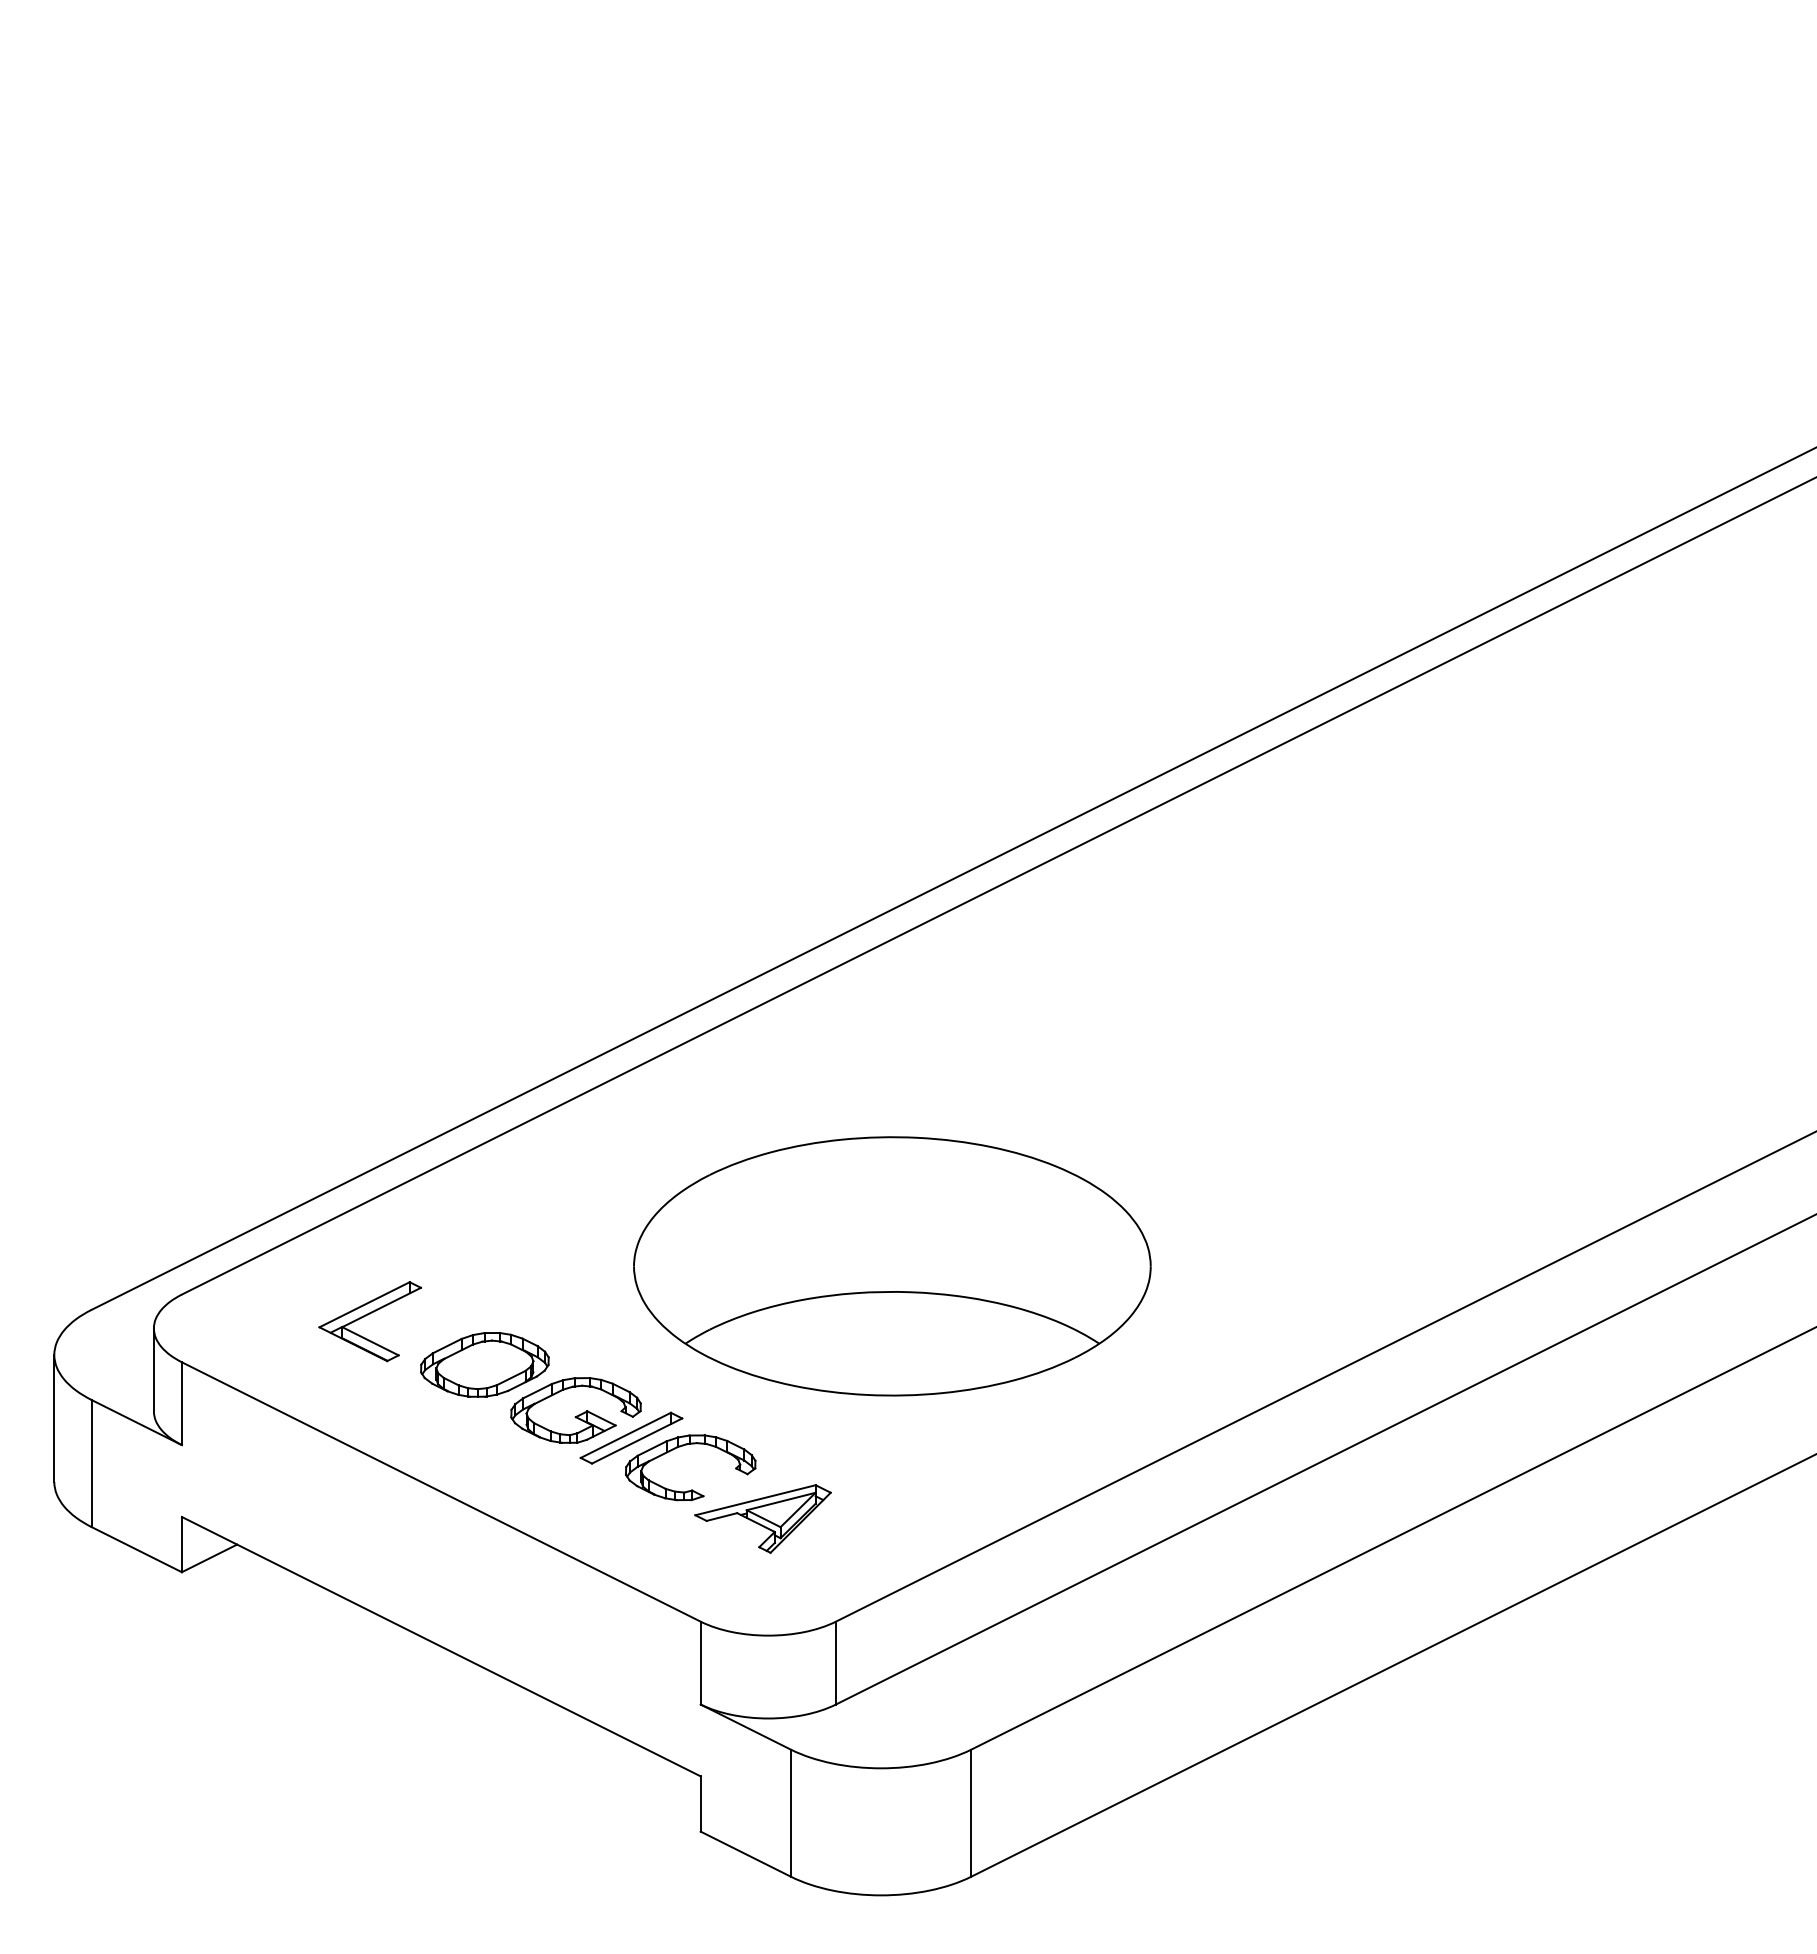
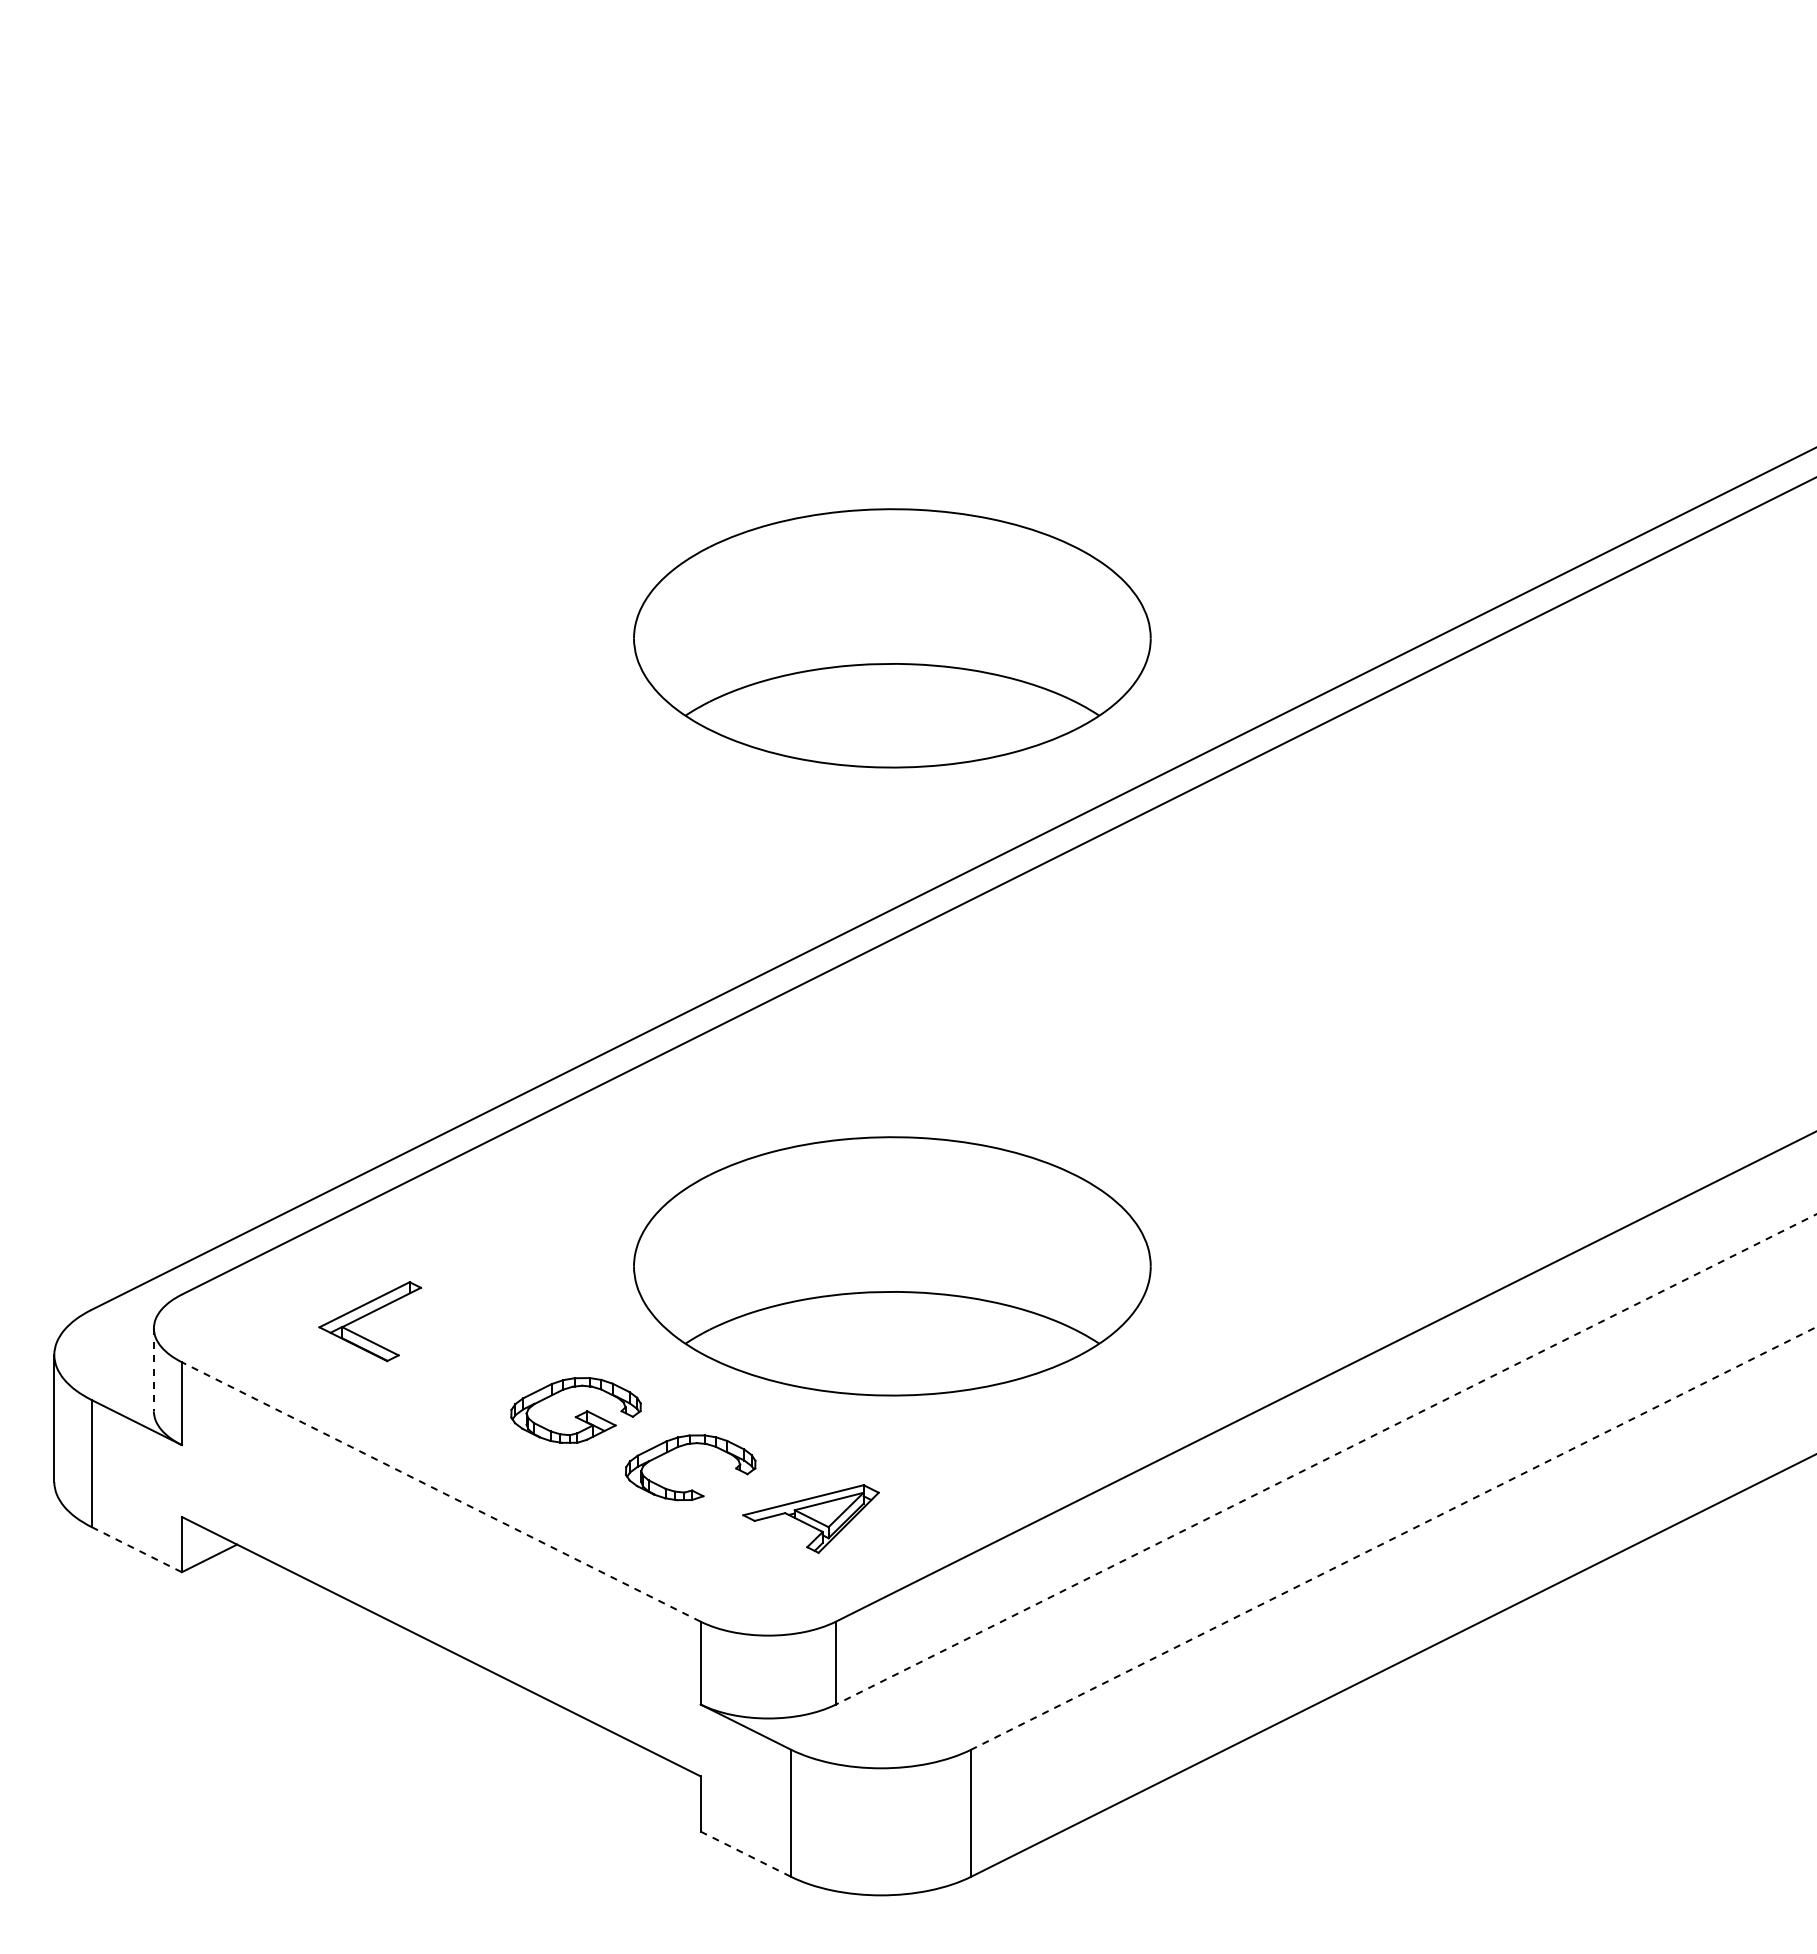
part at (892, 638): none -> present
part at (484, 1364): present -> none
line at (153, 1370): solid -> dashed
part at (631, 1437): present -> none
line at (1326, 1459): solid -> dashed
line at (440, 1491): solid -> dashed
part at (762, 1518) position: (762, 1518) -> (810, 1518)
line at (1393, 1538): solid -> dashed
line at (137, 1549): solid -> dashed
line at (746, 1854): solid -> dashed
